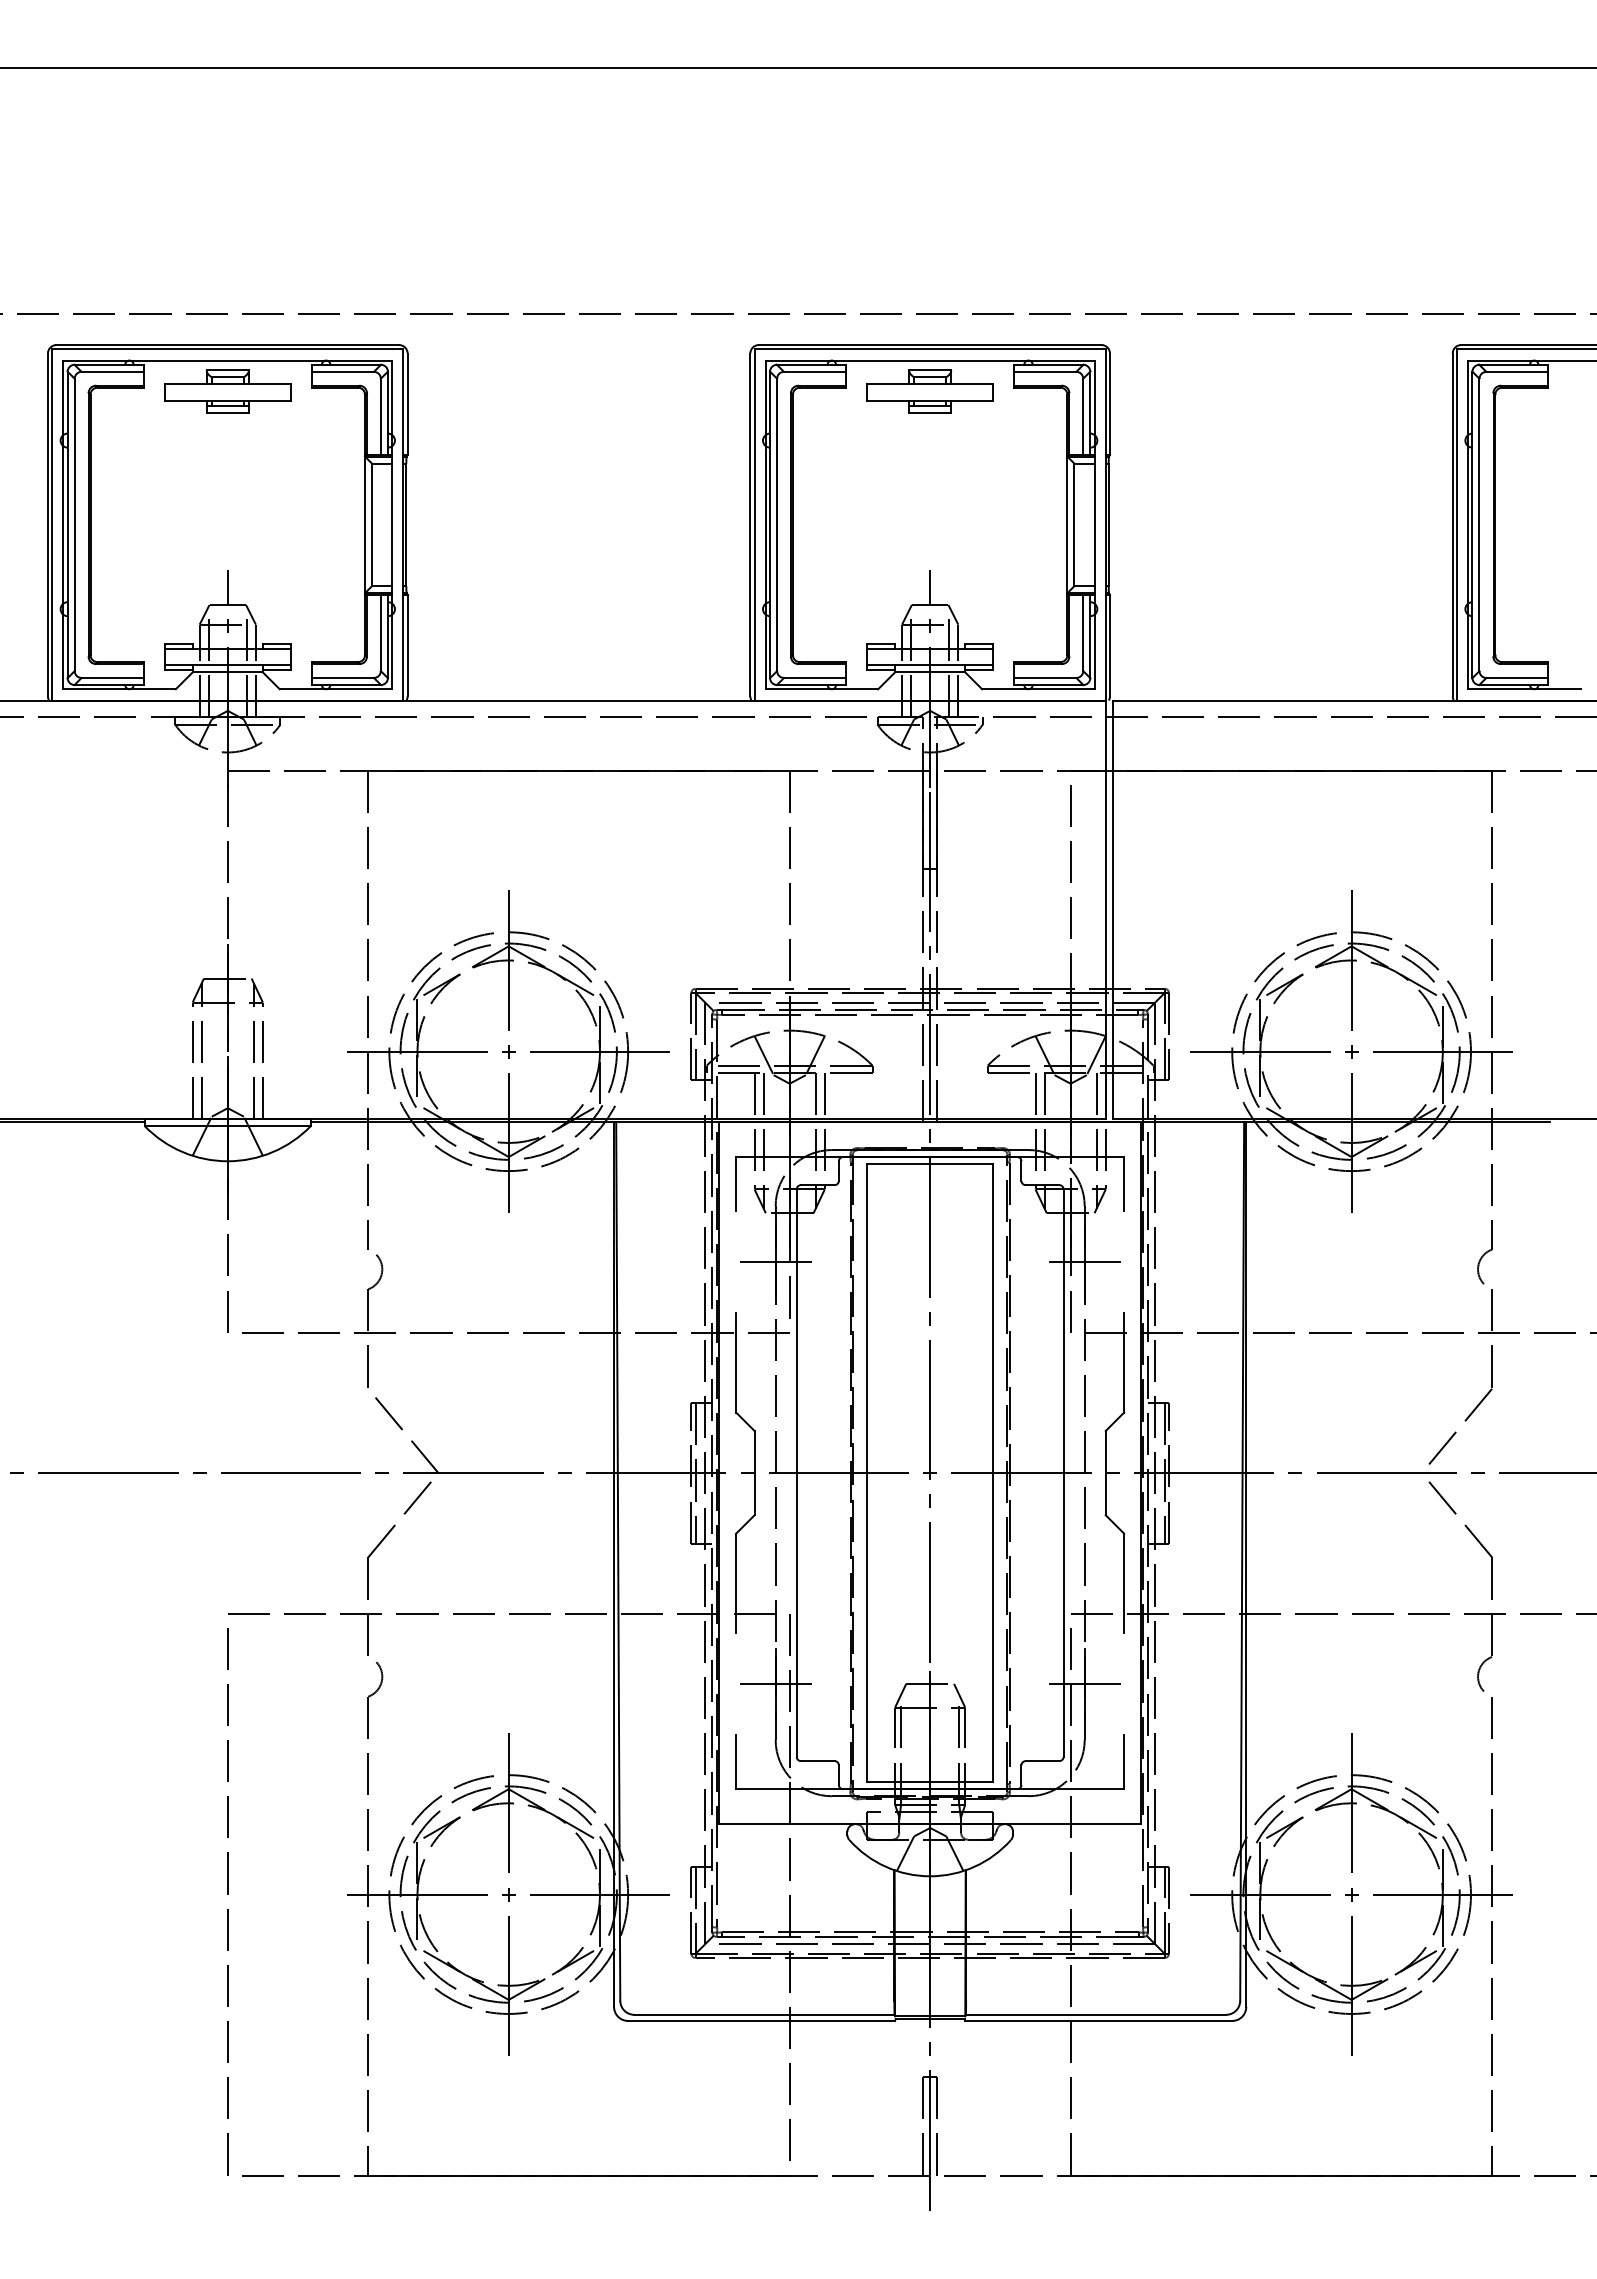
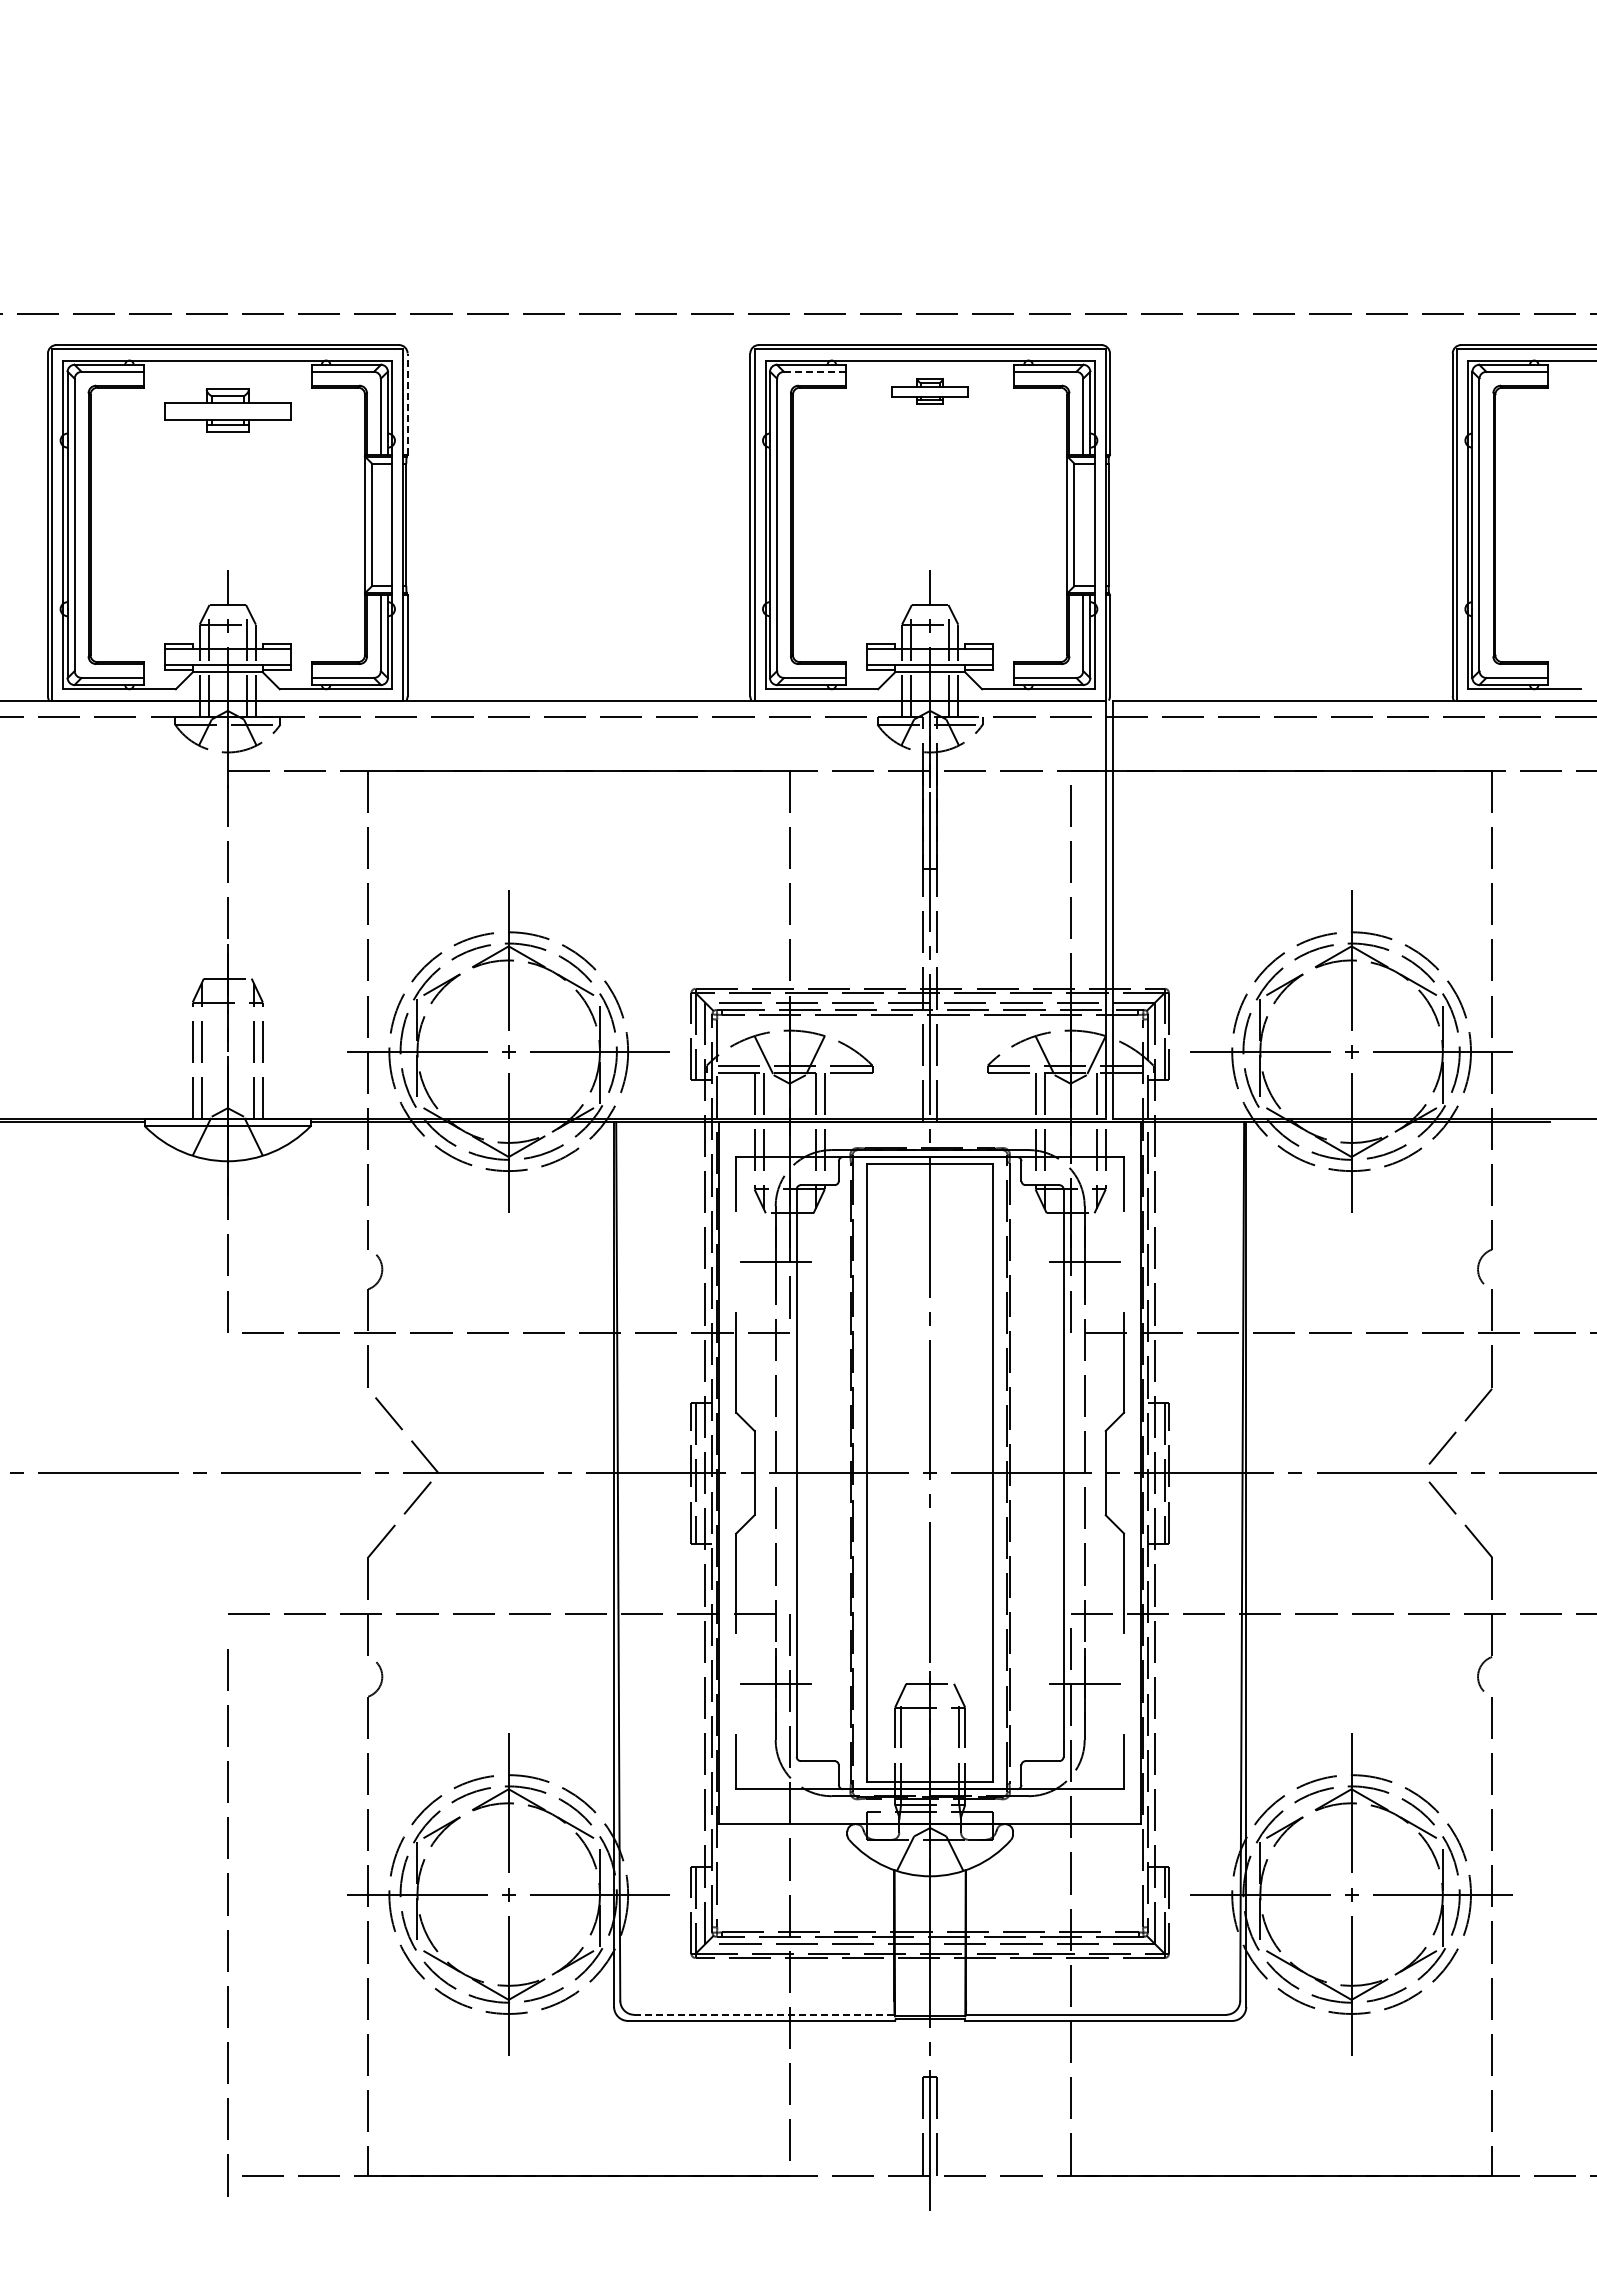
line at (797, 68): present -> none
line at (814, 371): solid -> dashed
part at (227, 391) position: (227, 391) -> (227, 410)
part at (929, 391) size: 128x45 px -> 78x27 px
line at (407, 404): solid -> dashed
line at (227, 1894) position: (227, 1894) -> (227, 1915)
line at (764, 2014): solid -> dashed
